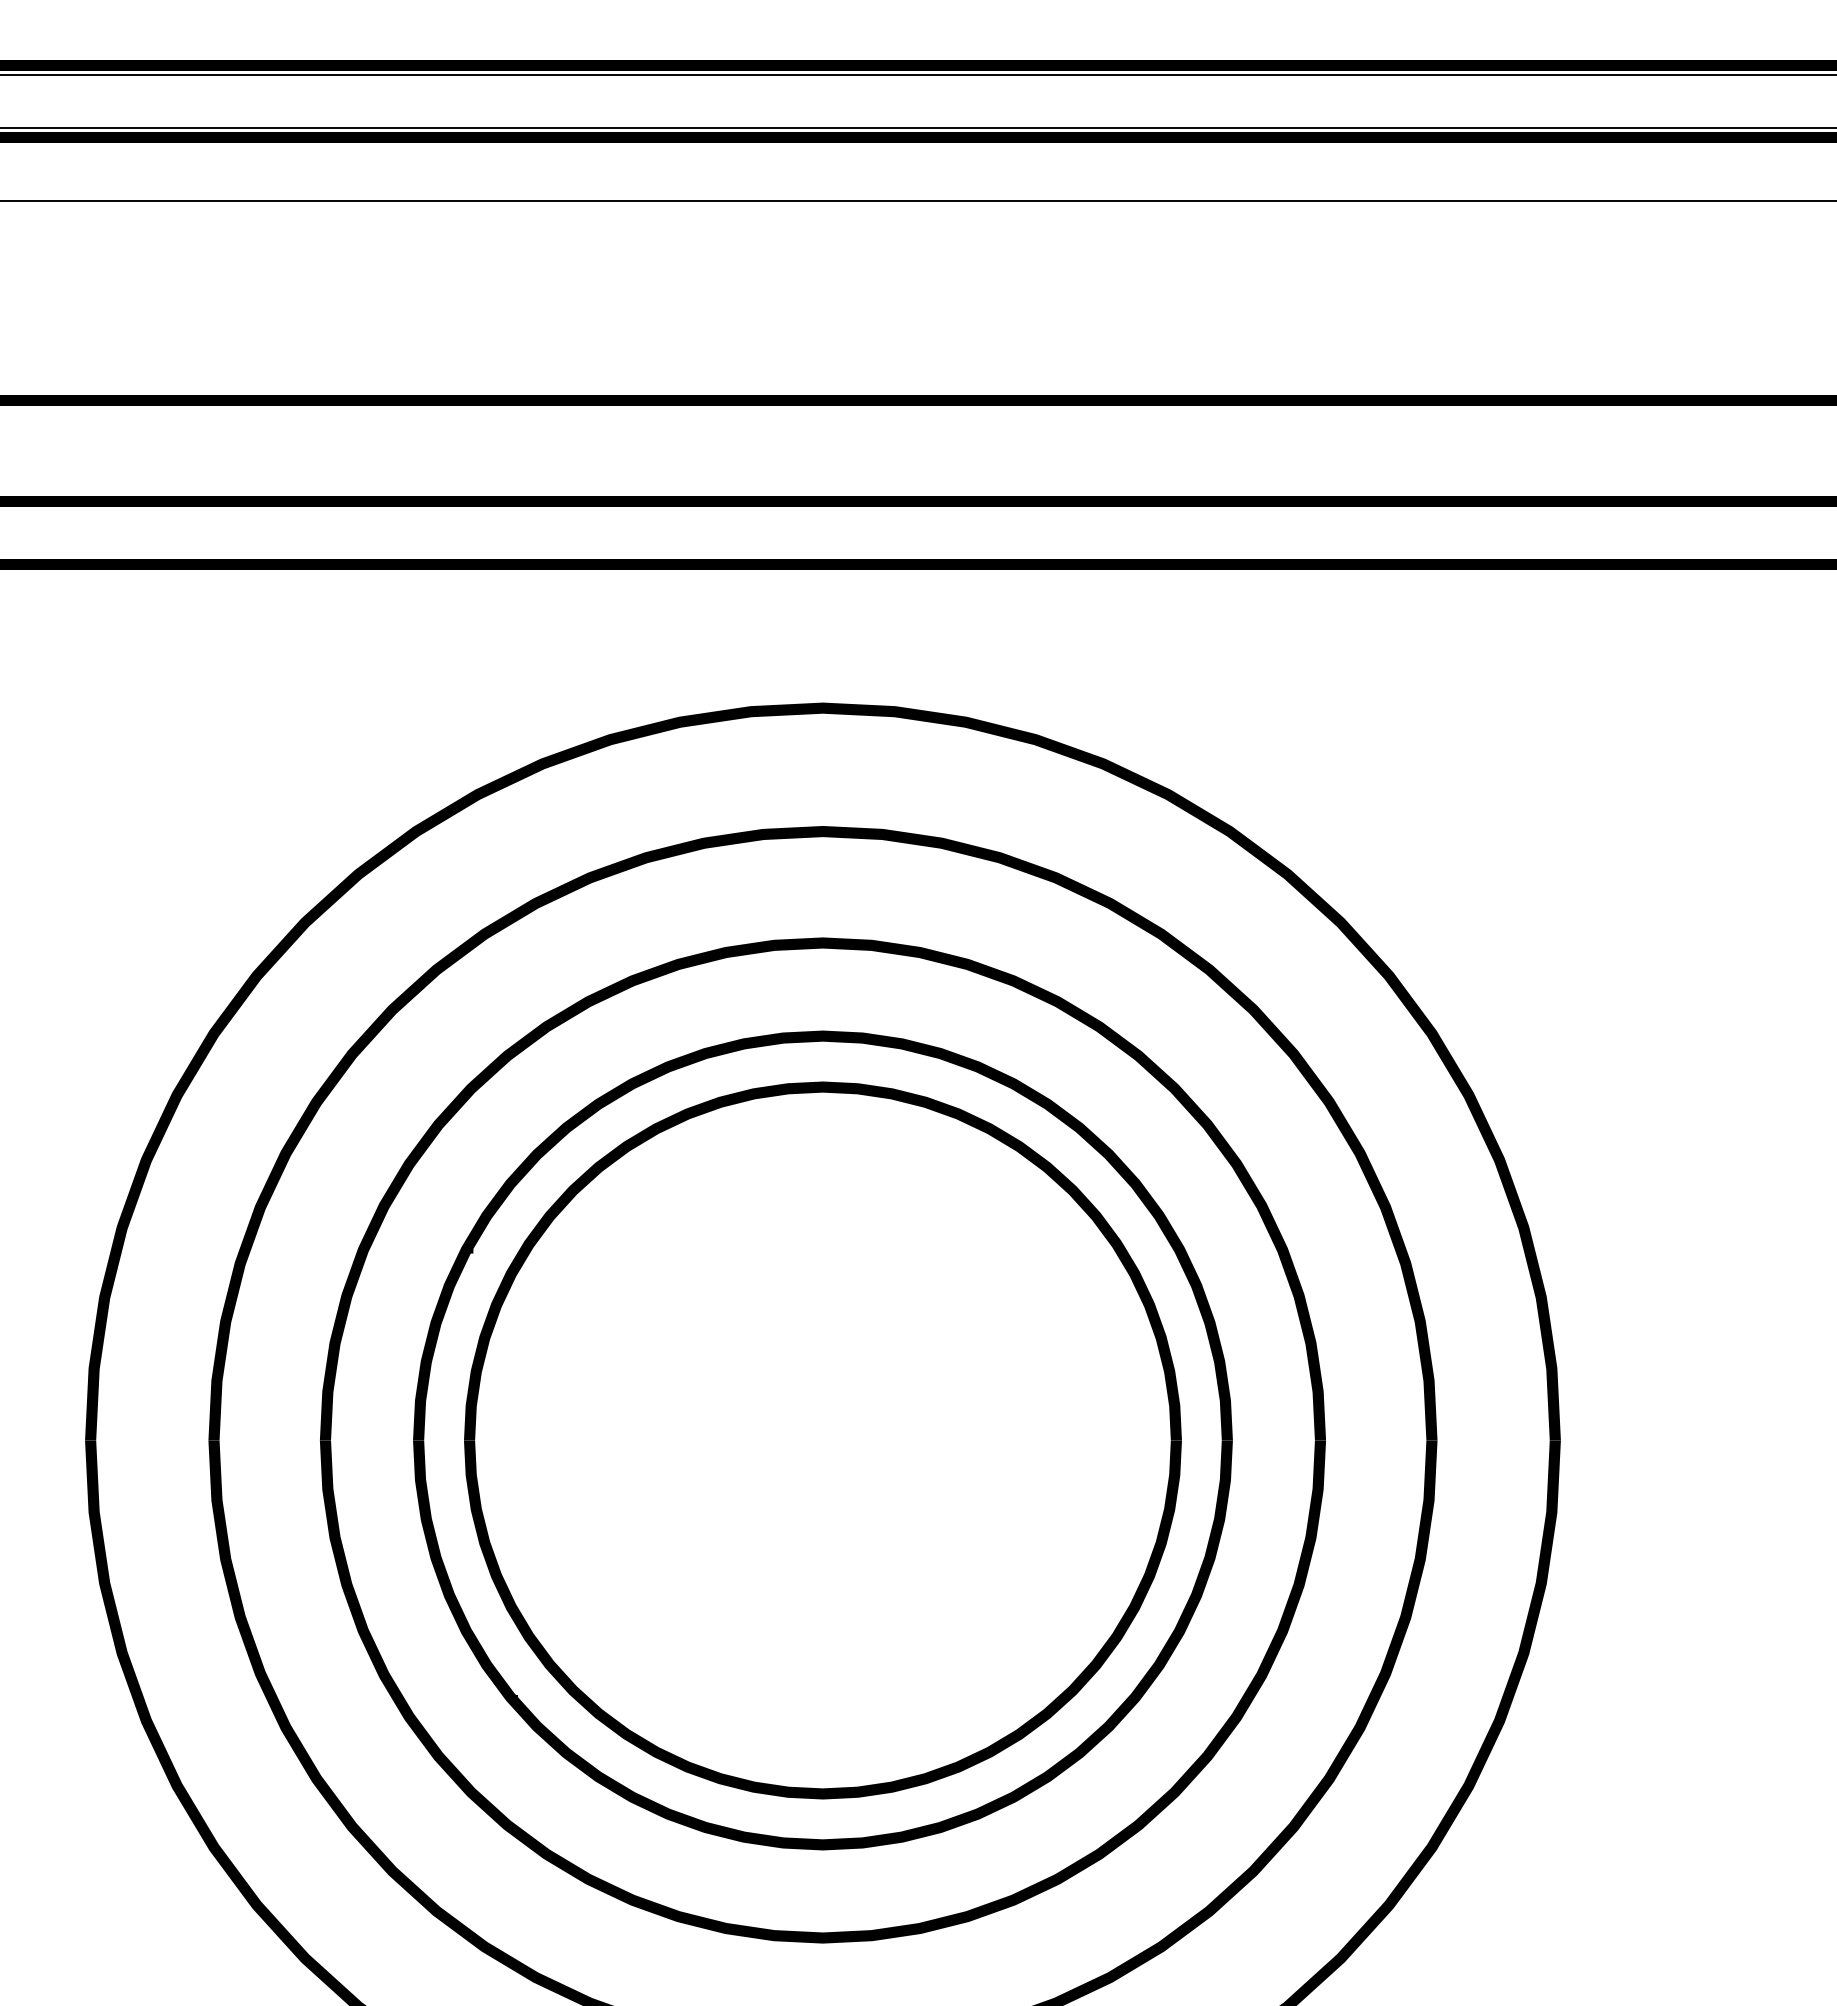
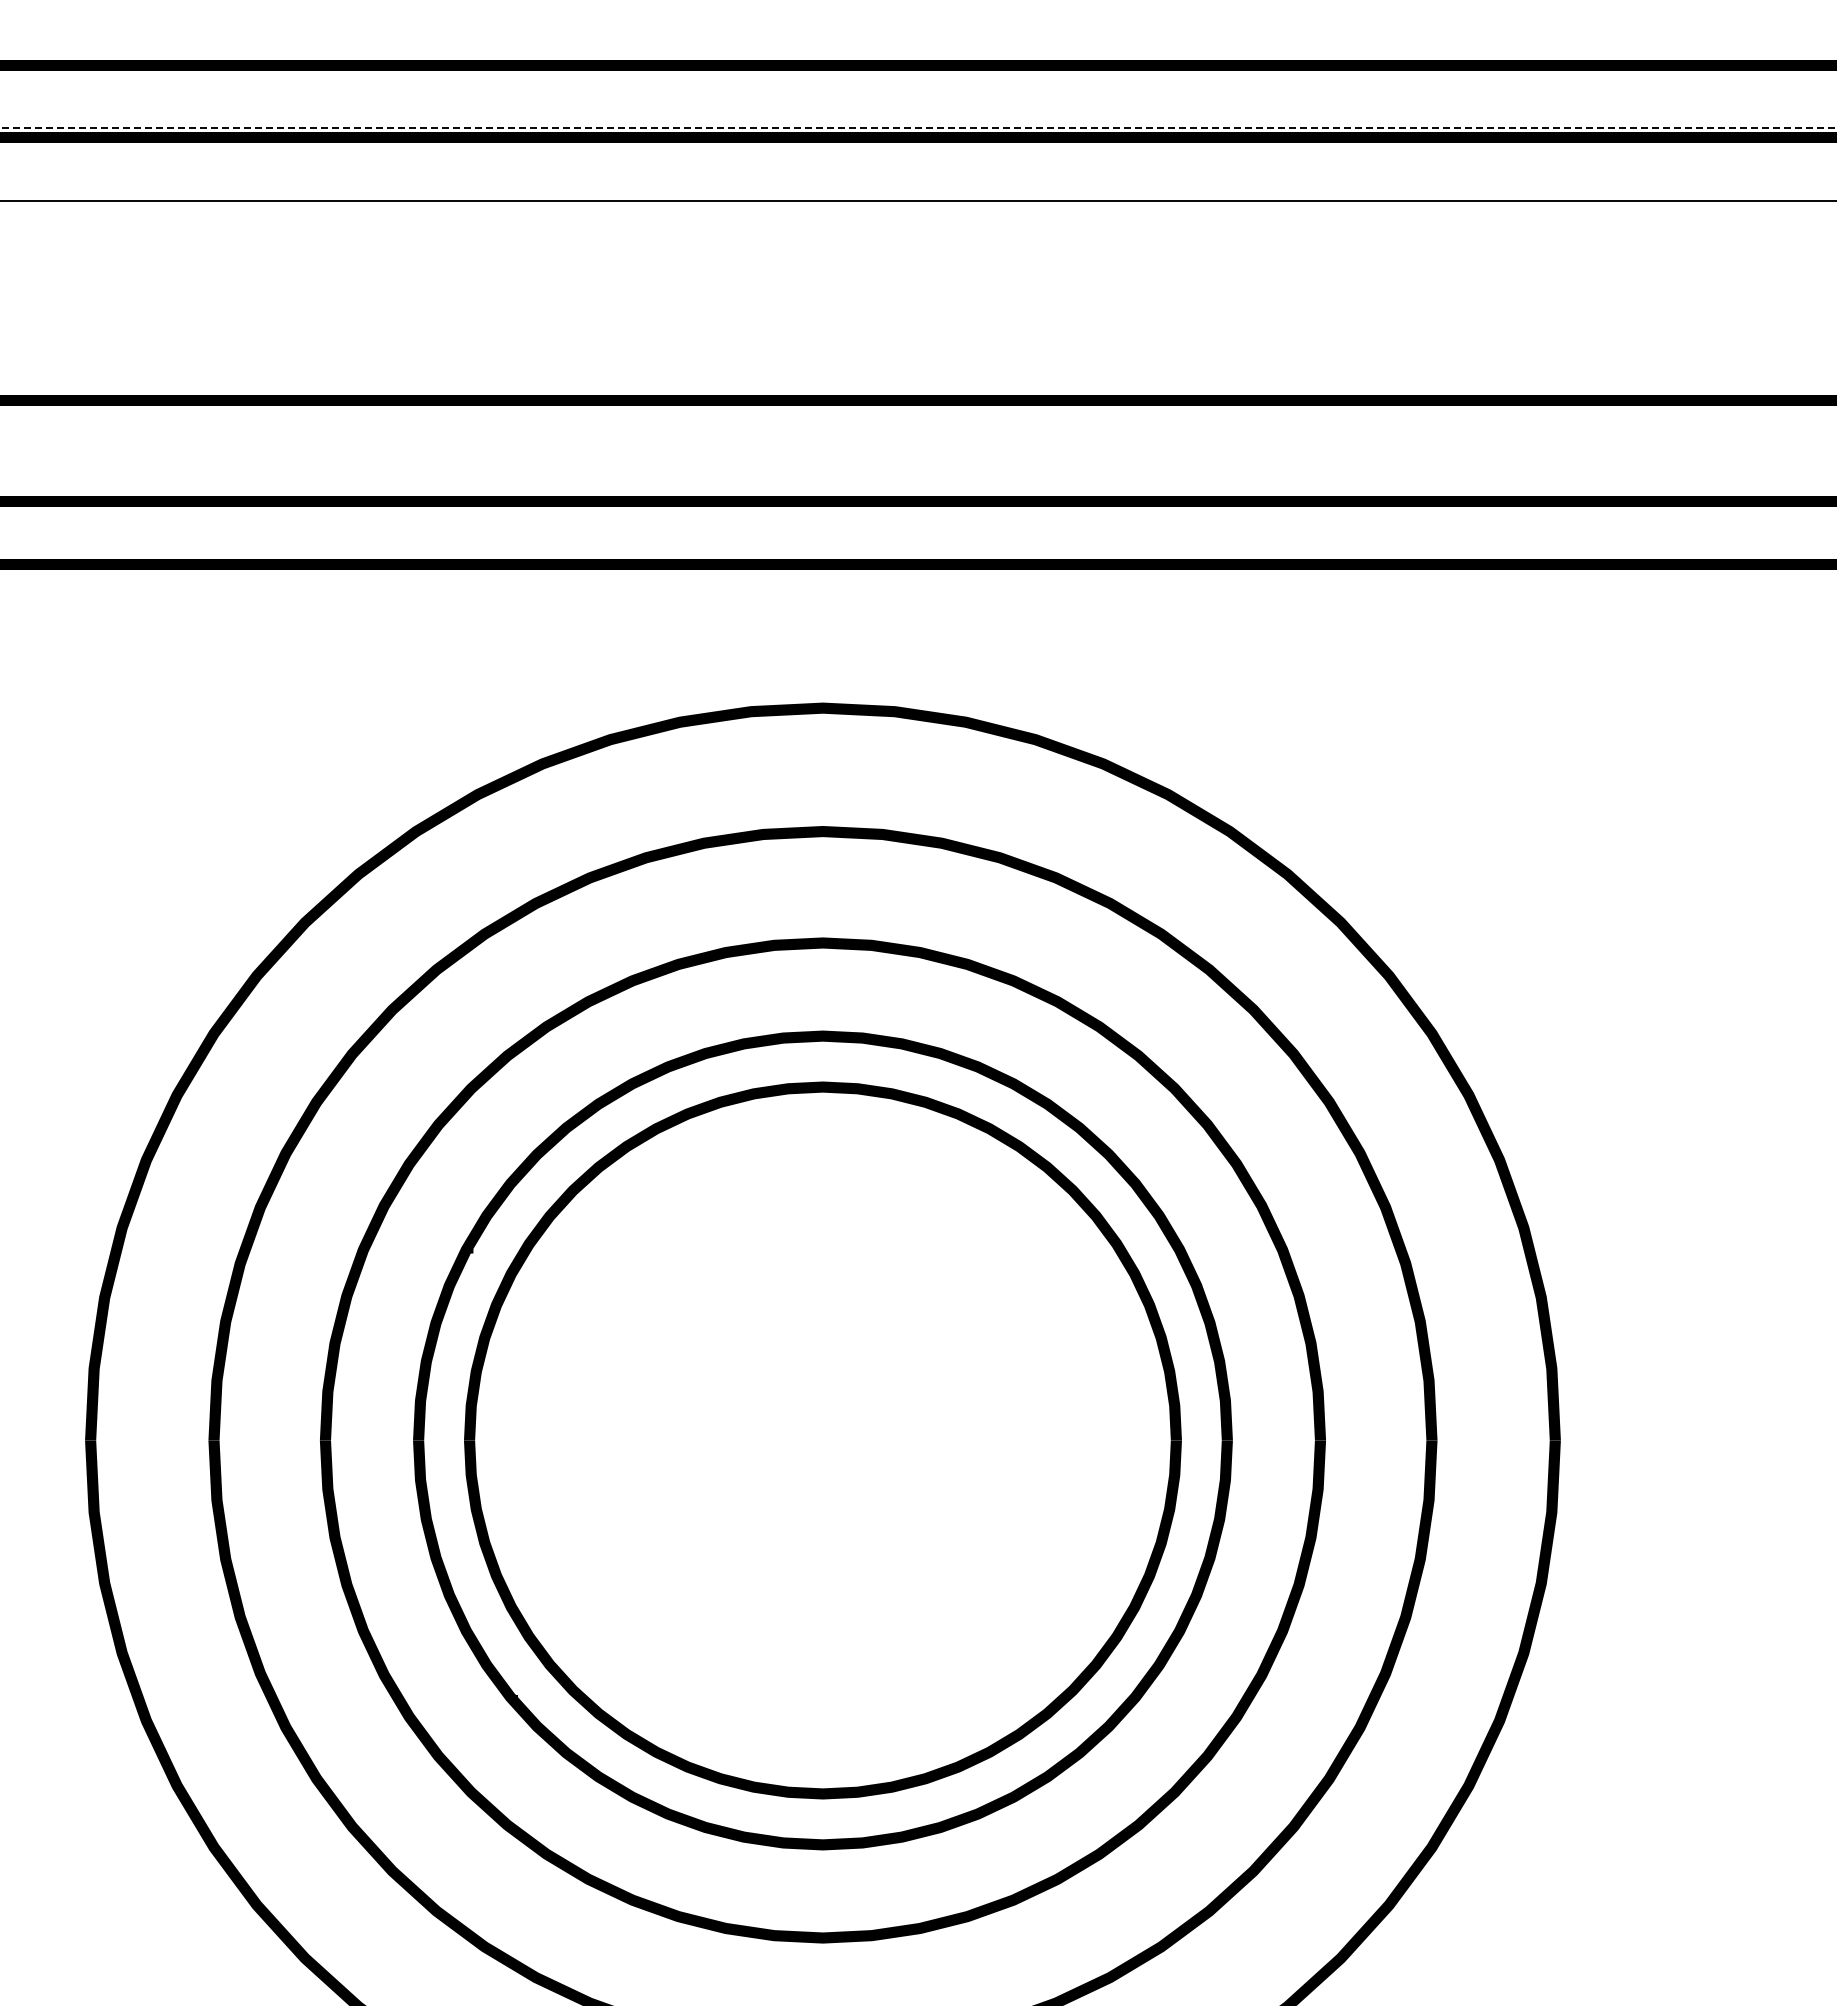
line at (917, 75): present -> none
line at (919, 128): solid -> dashed
